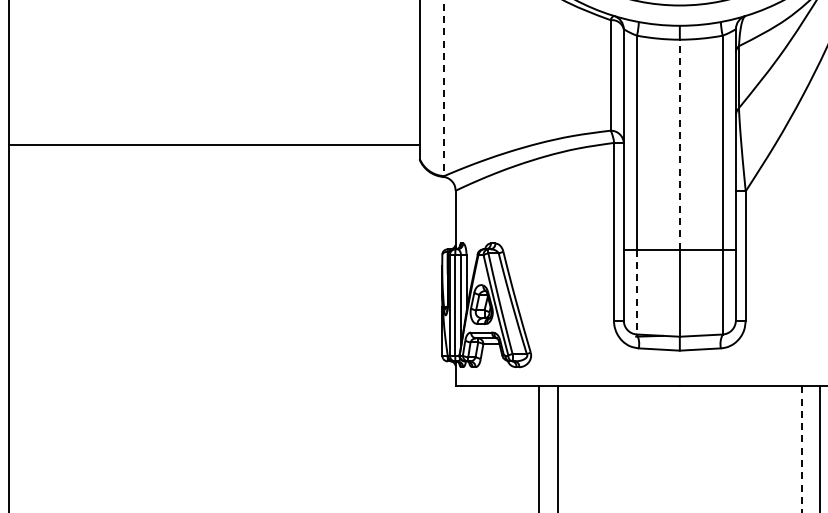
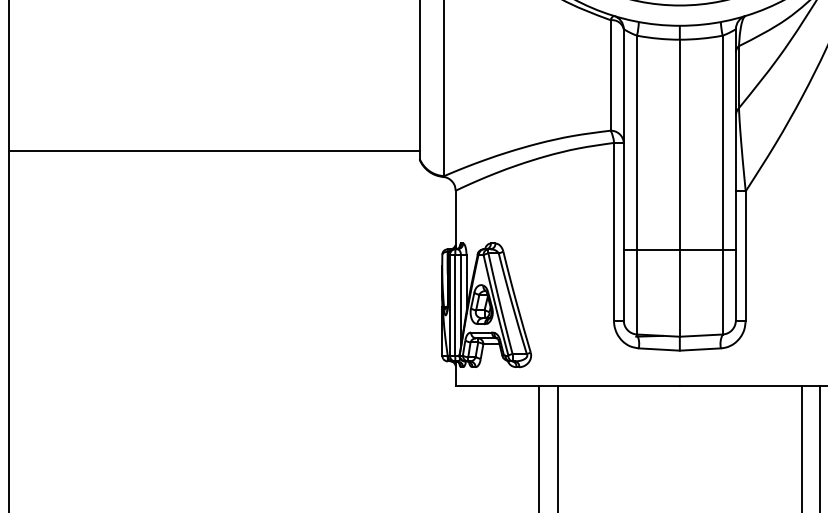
line at (444, 88): dashed -> solid
line at (213, 144) position: (213, 144) -> (213, 150)
line at (679, 144): dashed -> solid
line at (637, 292): dashed -> solid
line at (801, 449): dashed -> solid
